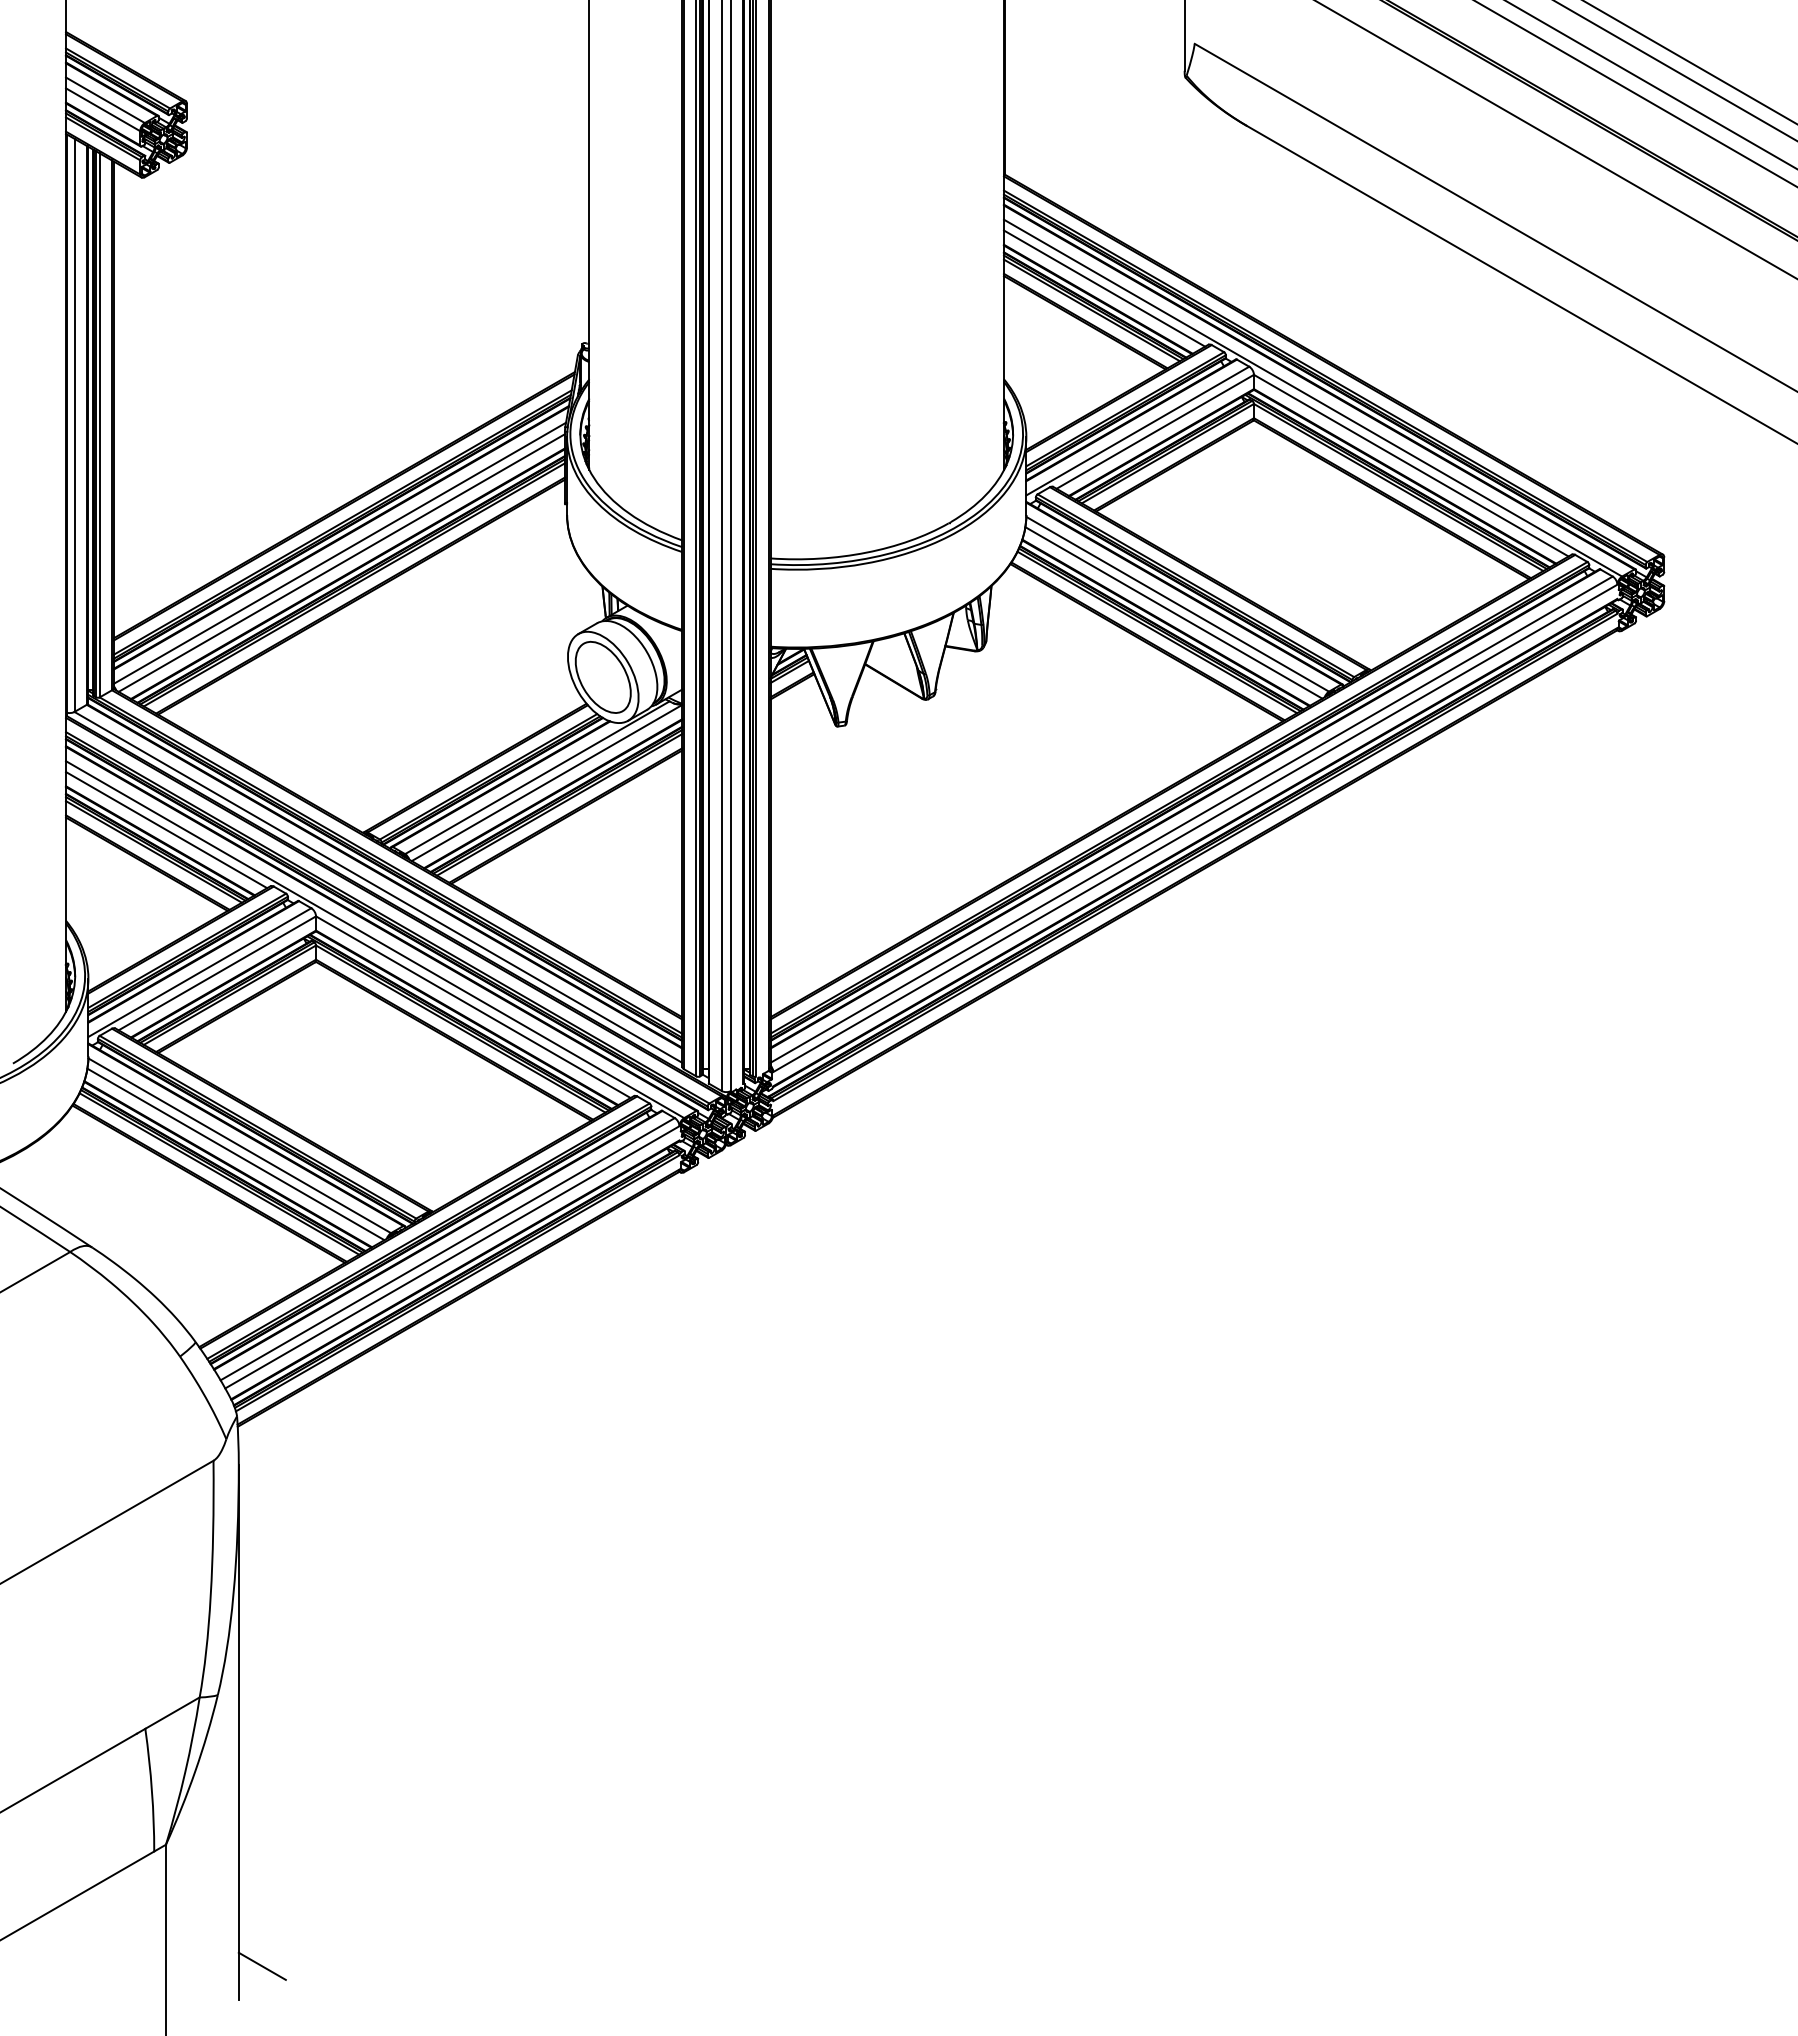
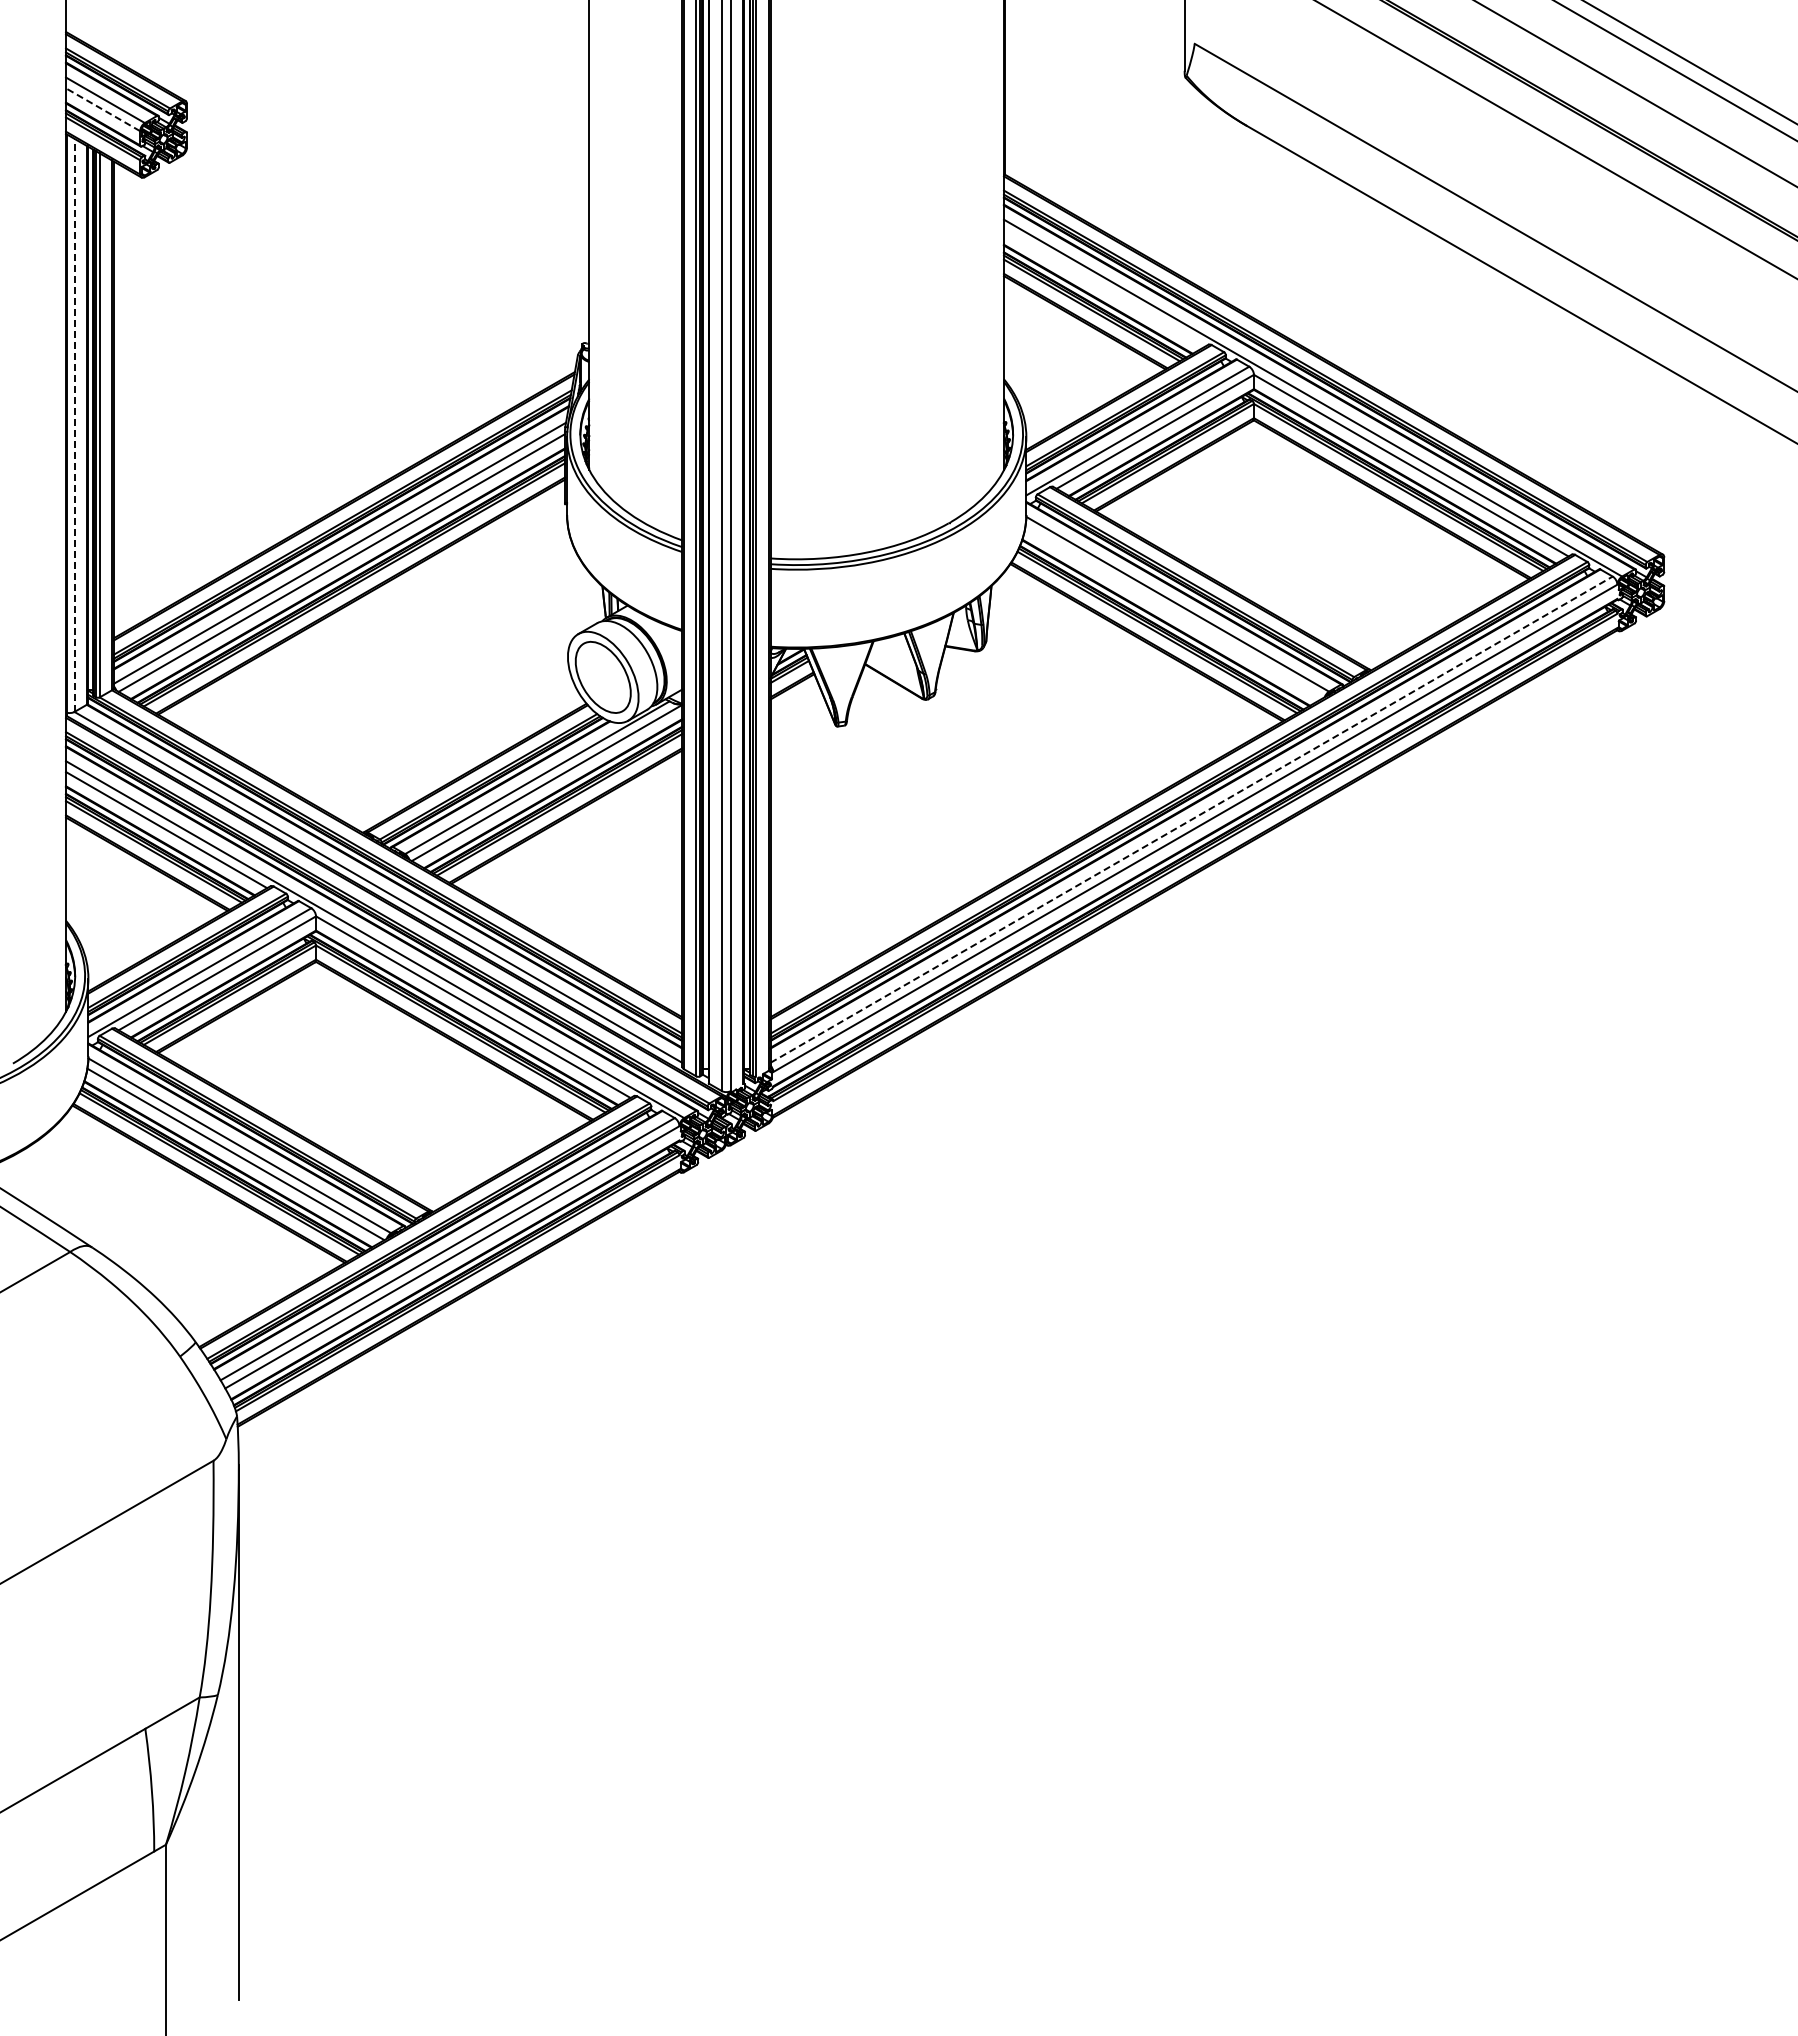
line at (1650, 84): present -> none
line at (103, 109): solid -> dashed
line at (1104, 288): present -> none
line at (74, 425): solid -> dashed
line at (1173, 612): present -> none
line at (1192, 819): solid -> dashed
line at (261, 1965): present -> none
